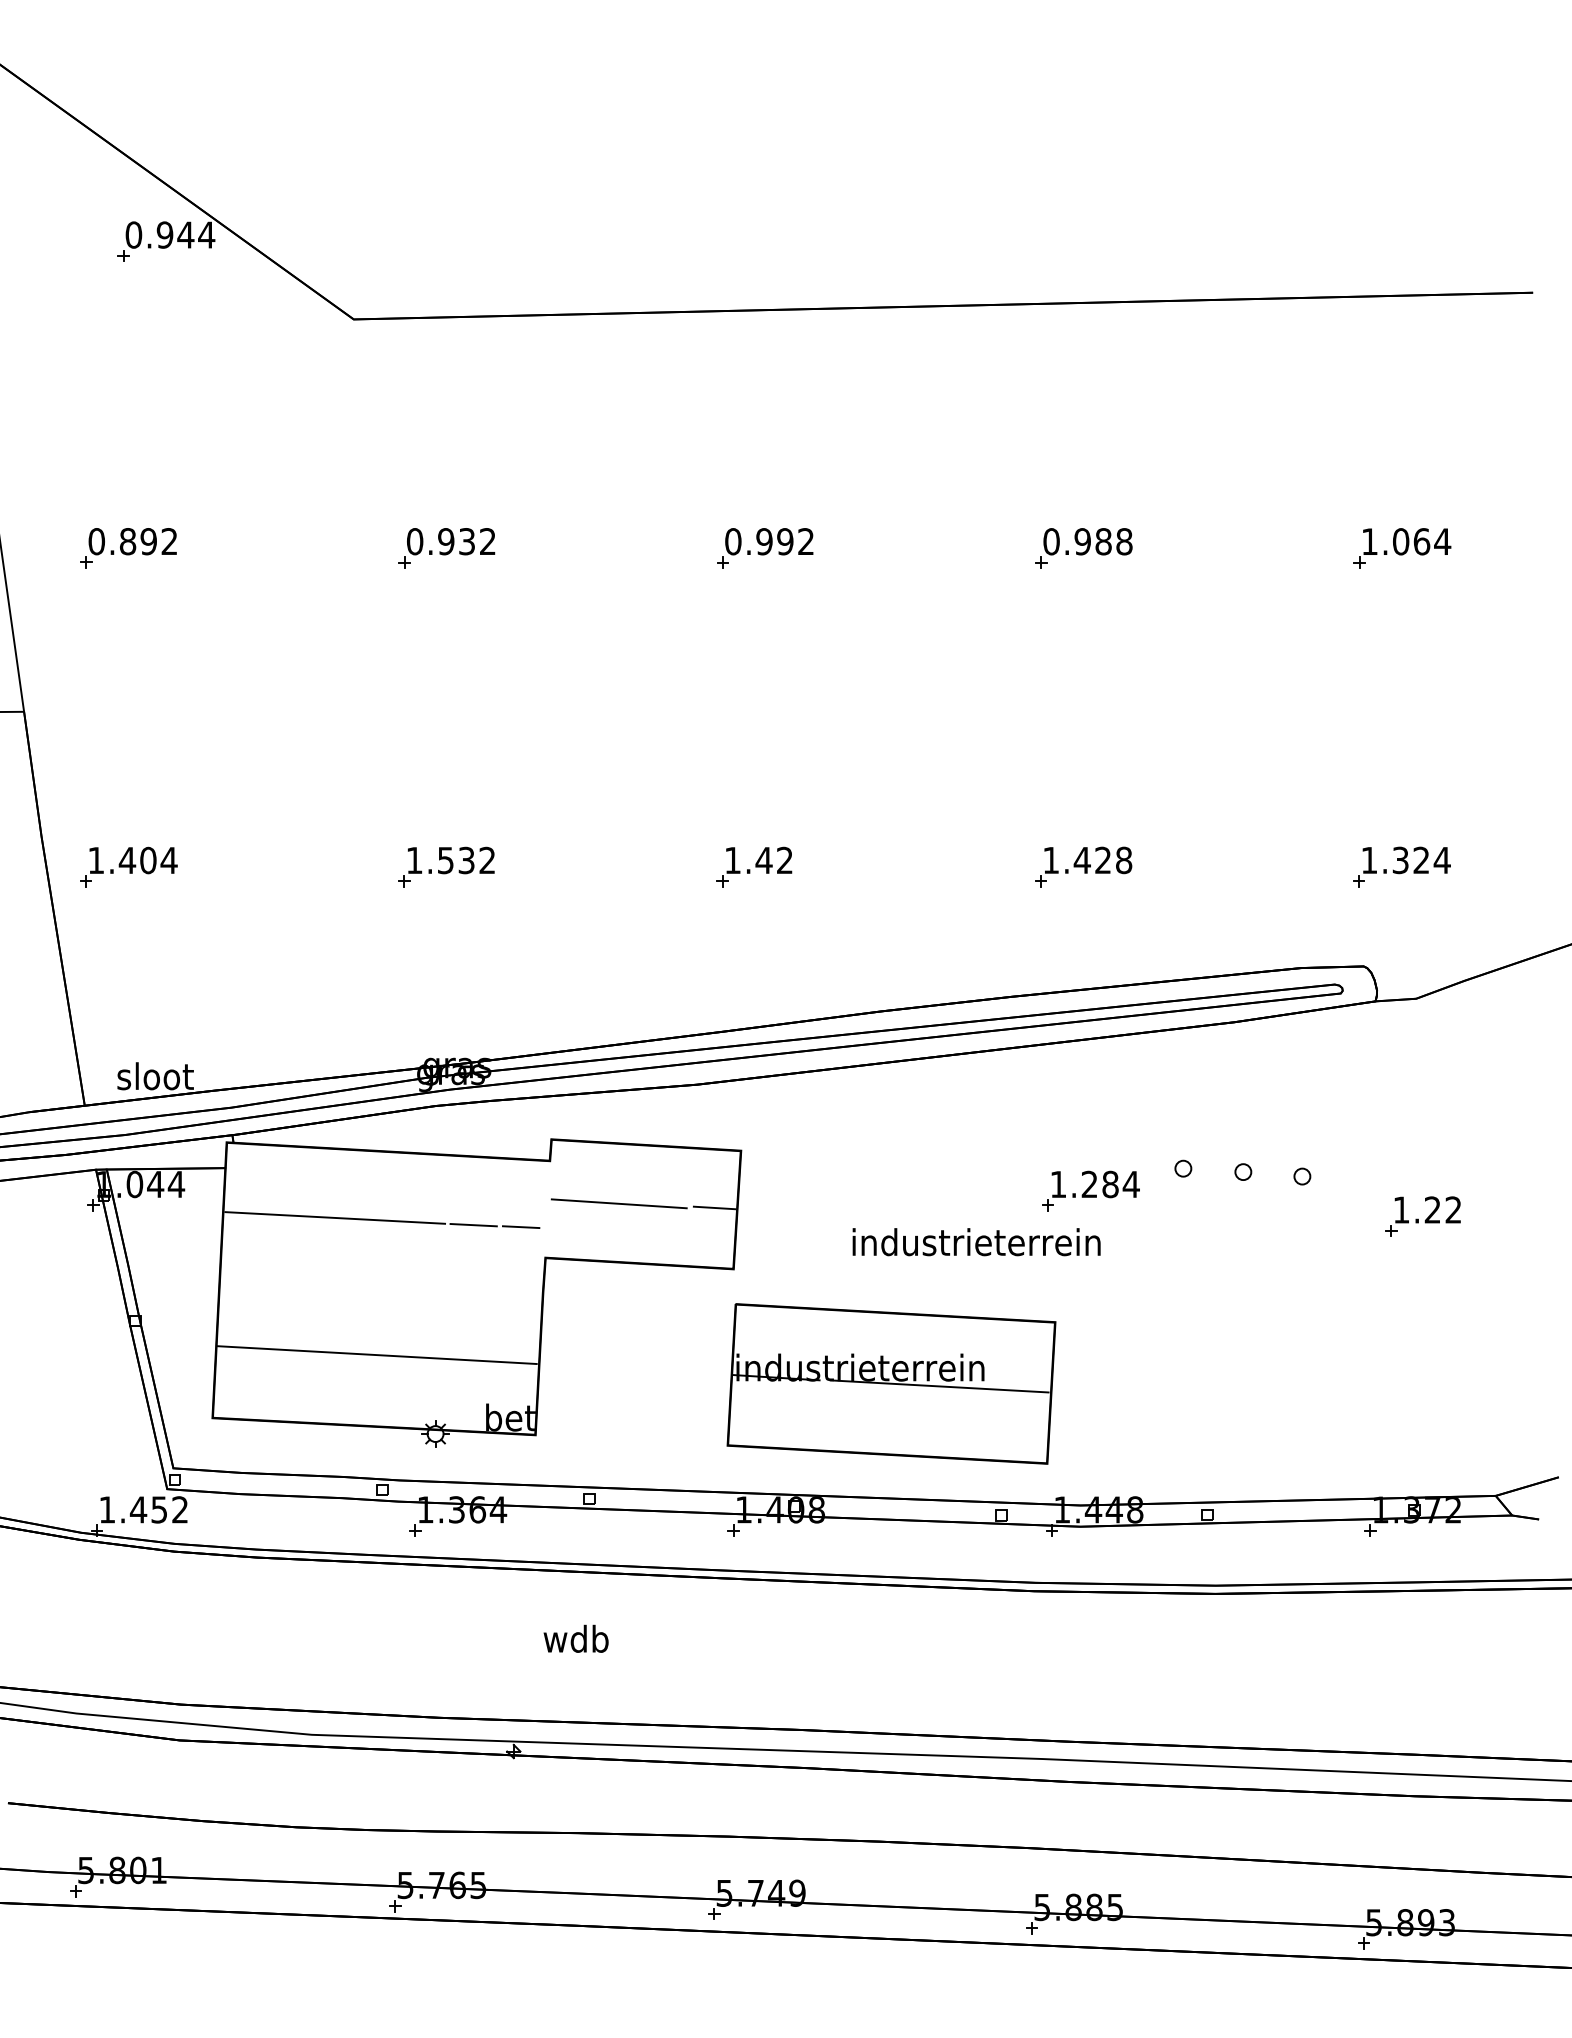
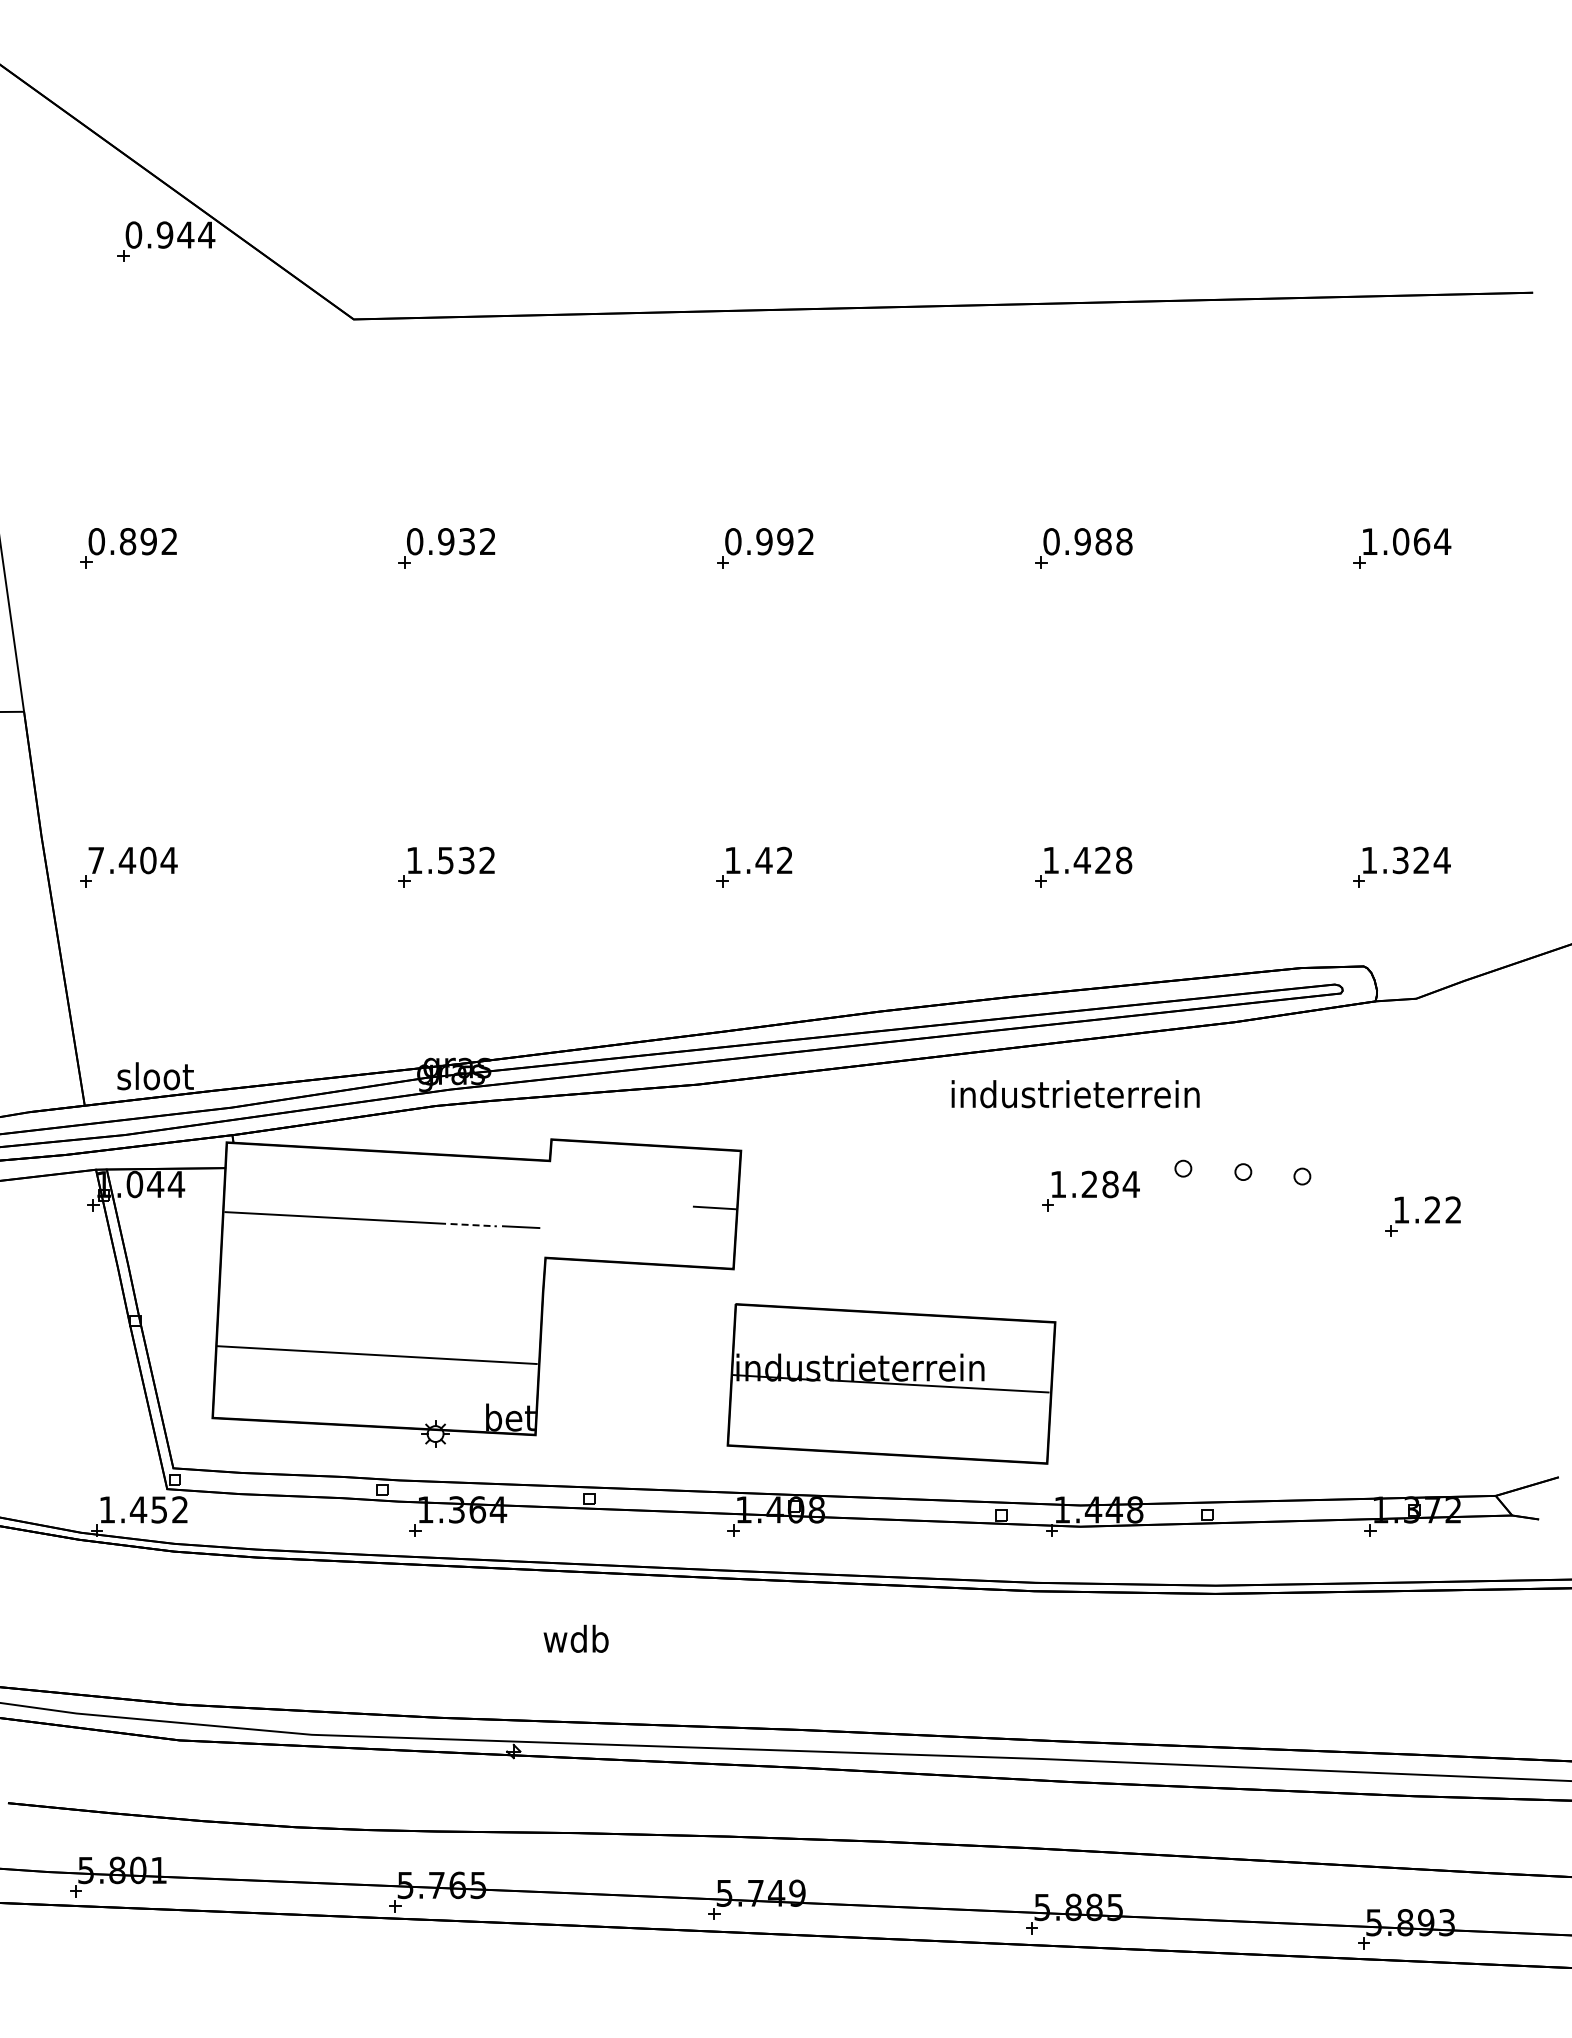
text at (95, 860): 1.404 -> 7.404
line at (618, 1203): present -> none
line at (474, 1225): solid -> dashed
text at (976, 1242) position: (976, 1242) -> (1075, 1094)
